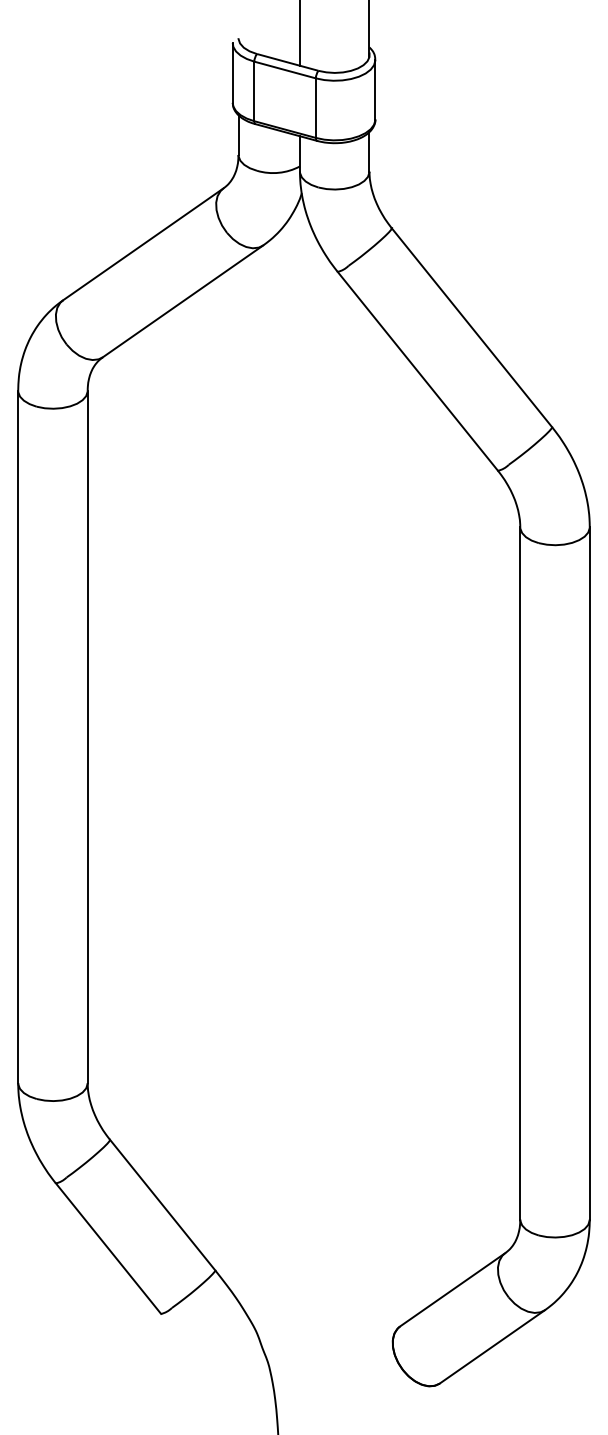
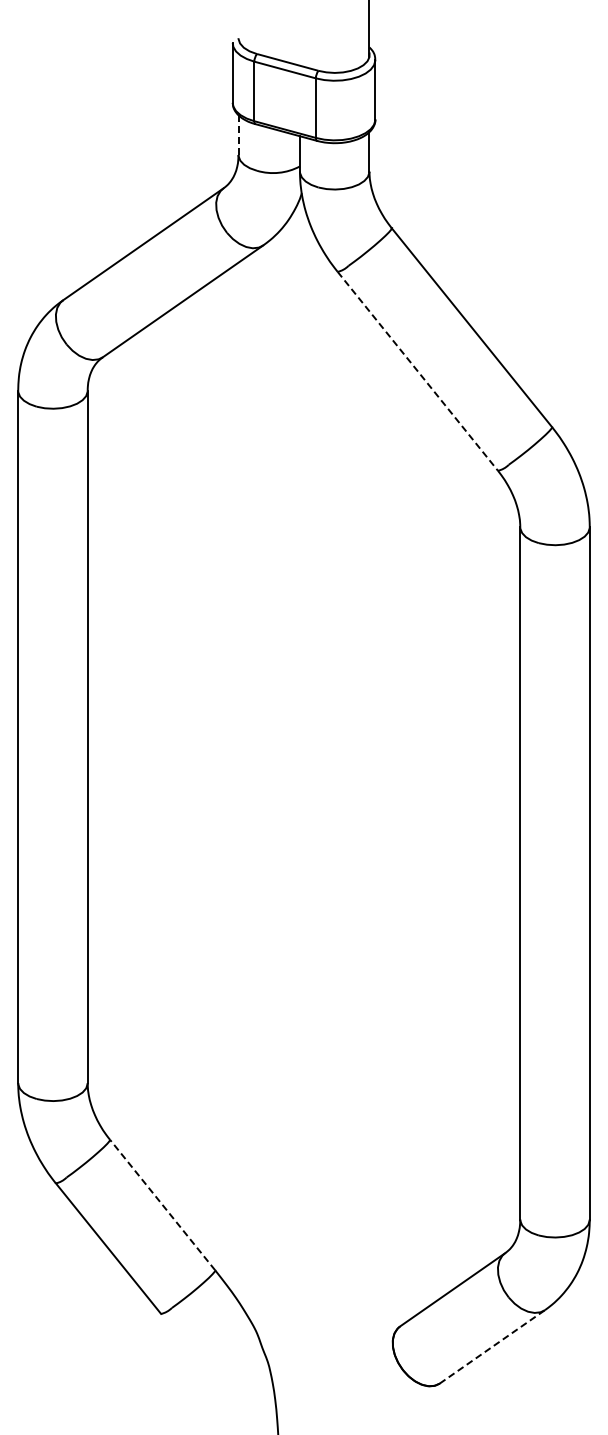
line at (299, 33): present -> none
line at (238, 135): solid -> dashed
line at (417, 371): solid -> dashed
line at (162, 1205): solid -> dashed
line at (492, 1346): solid -> dashed
